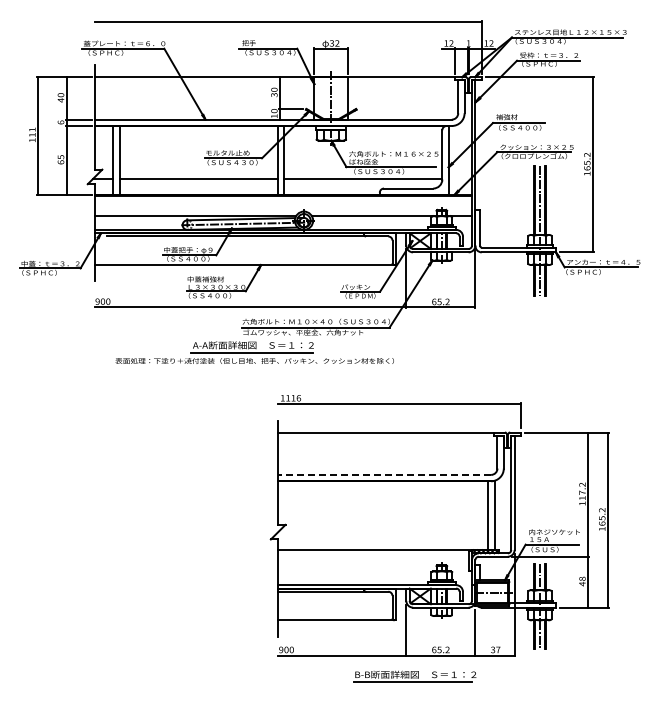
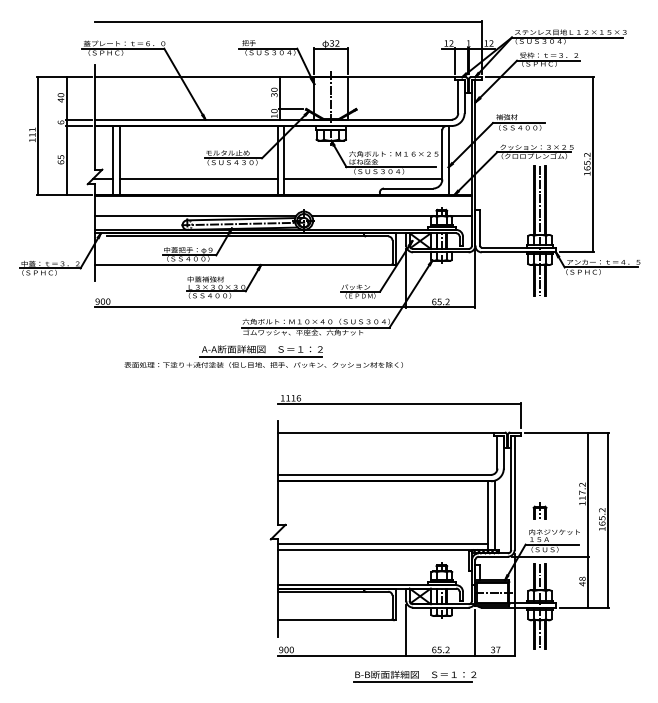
part at (254, 352) position: (254, 352) -> (263, 356)
line at (384, 474): dashed -> solid
part at (539, 510): none -> present
line at (383, 543): none -> present
